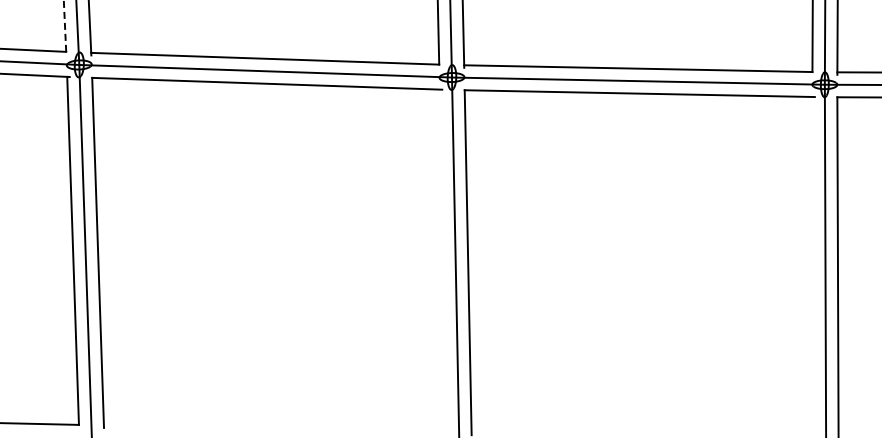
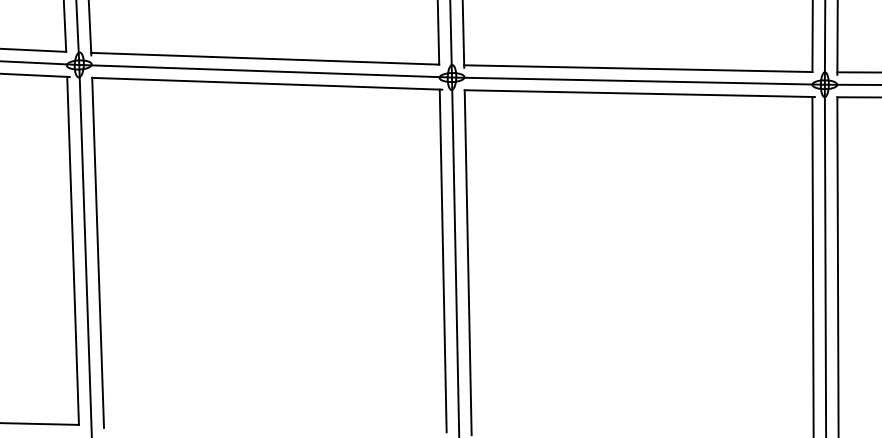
line at (65, 25): dashed -> solid
line at (442, 260): none -> present
line at (812, 265): none -> present
